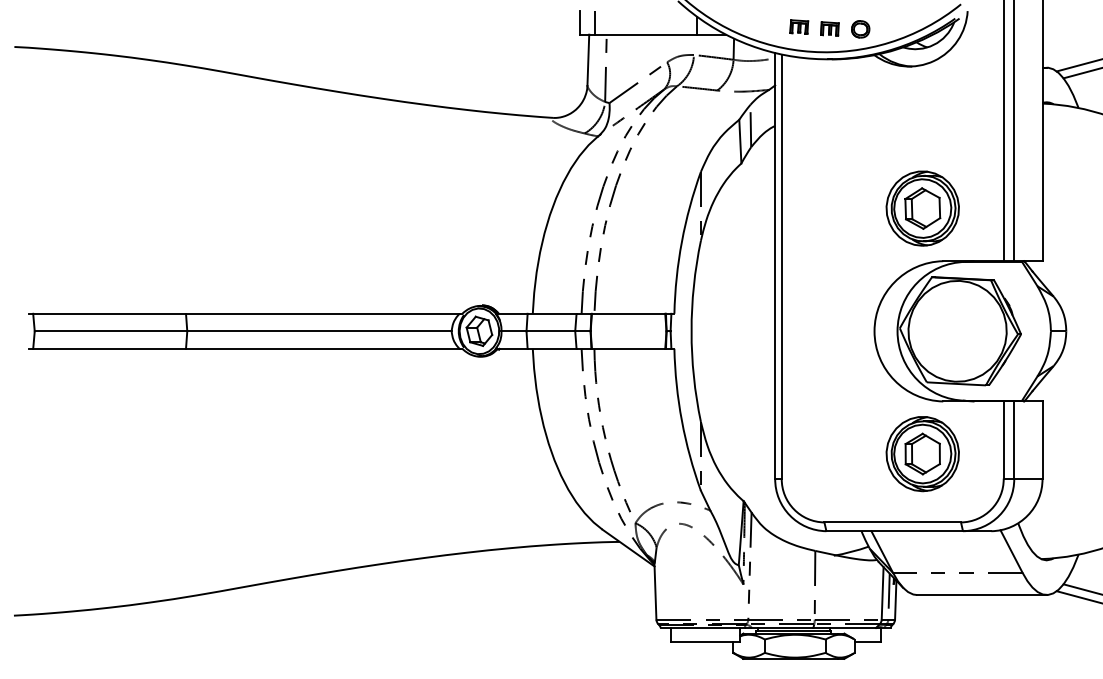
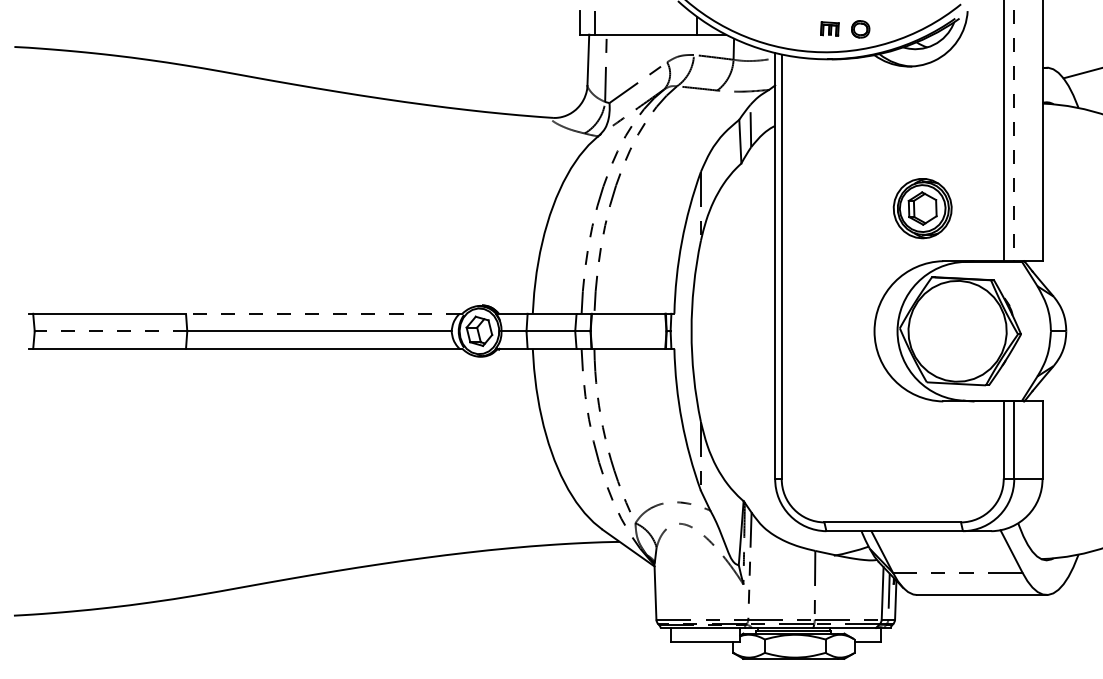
part at (799, 26): present -> none
line at (1077, 65): present -> none
line at (1014, 131): solid -> dashed
part at (922, 208) size: 75x77 px -> 61x62 px
line at (322, 313): solid -> dashed
line at (110, 331): solid -> dashed
part at (922, 454): present -> none
line at (1081, 588): present -> none
line at (1077, 596): present -> none
